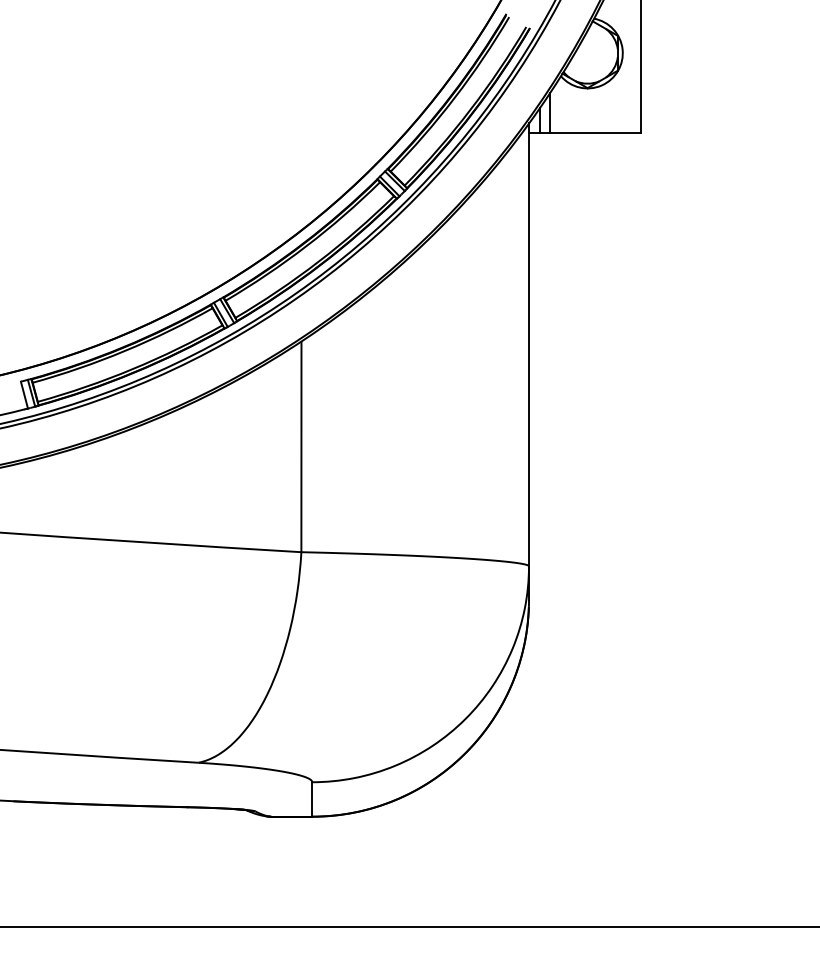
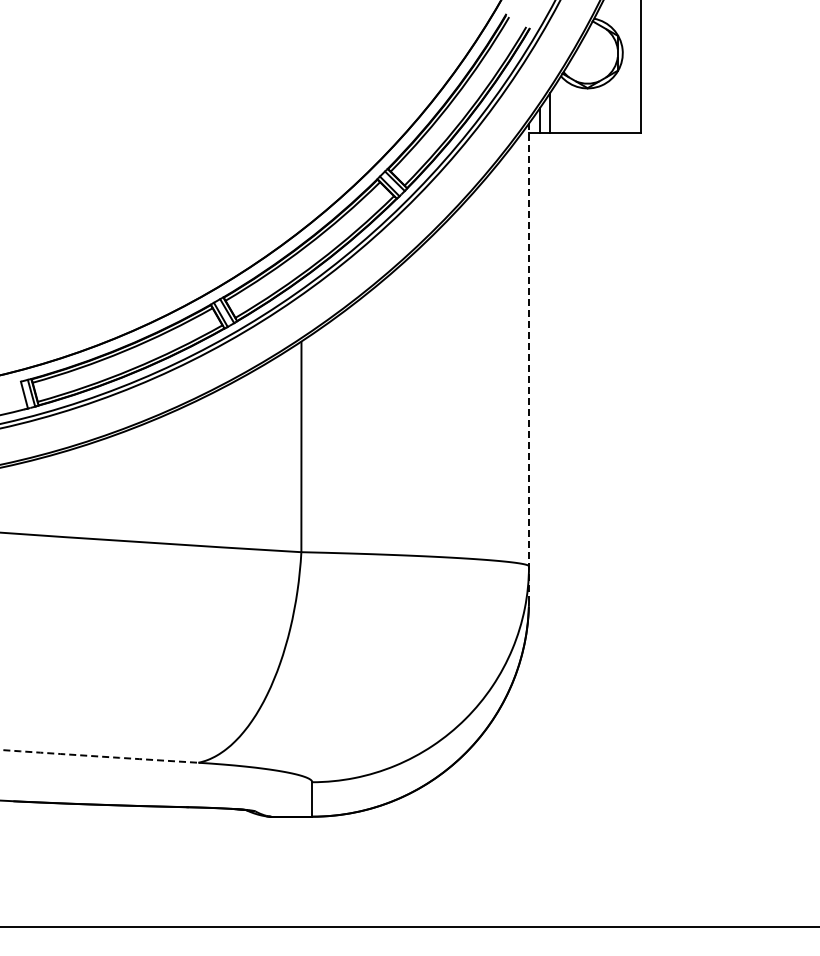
line at (529, 362): solid -> dashed
arc at (99, 756): solid -> dashed
